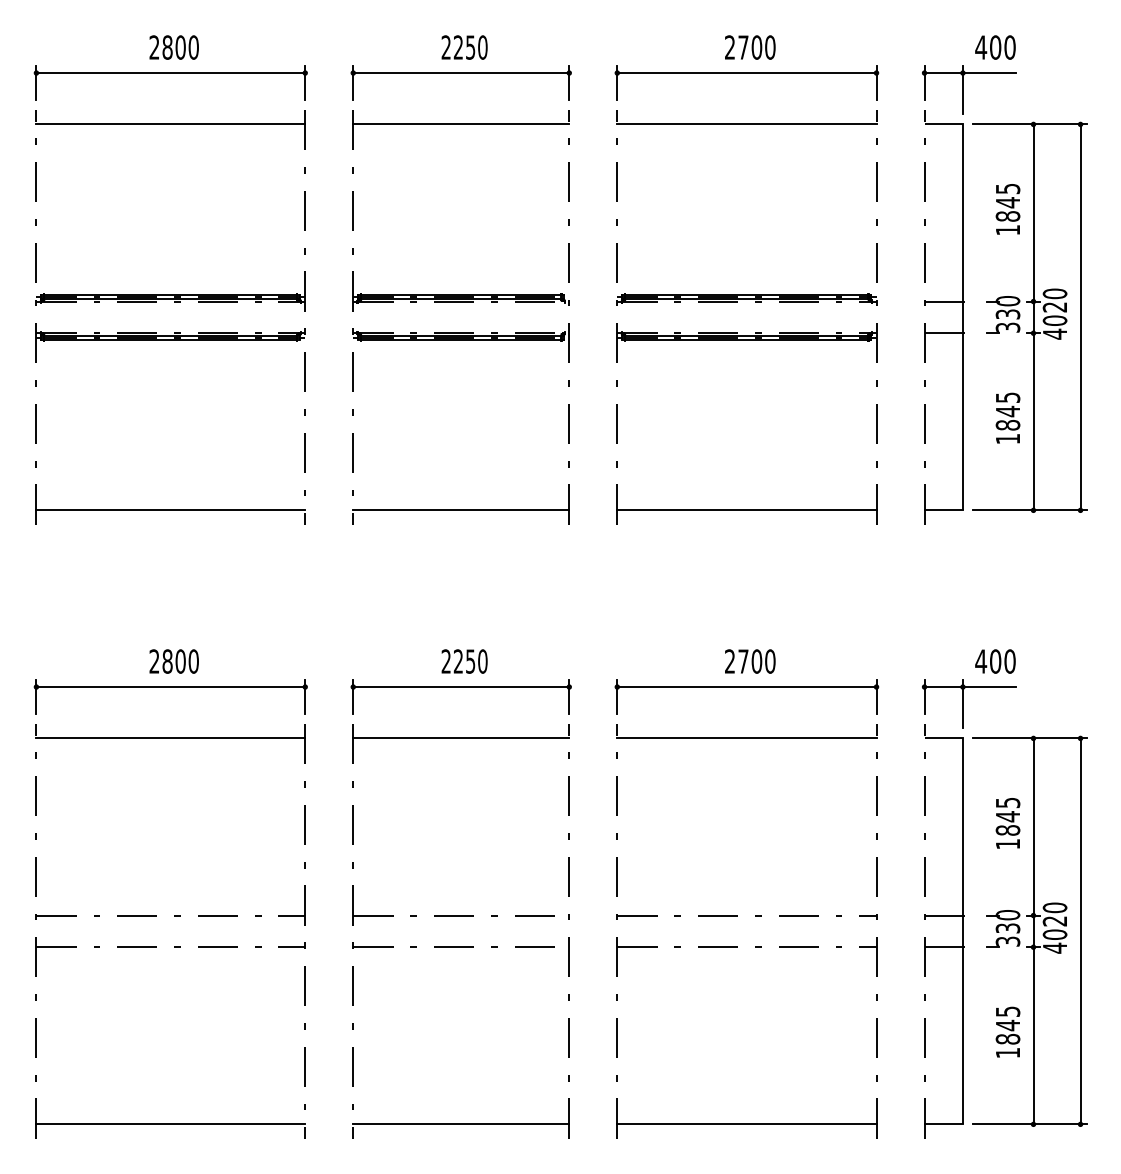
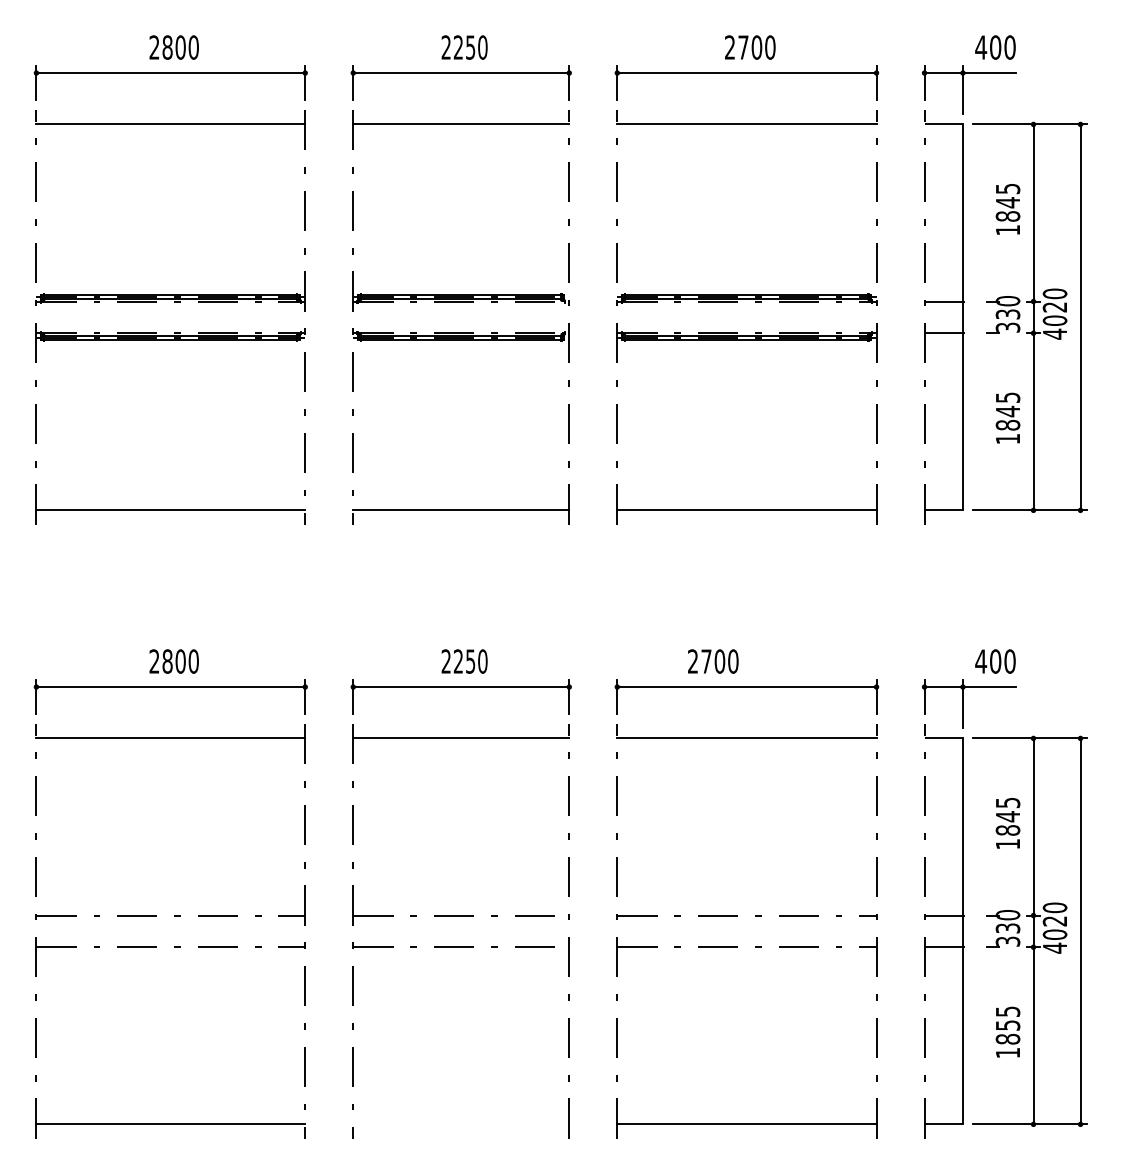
text at (750, 661) position: (750, 661) -> (713, 661)
text at (1008, 1025): 1845 -> 1855
line at (461, 1124): present -> none
